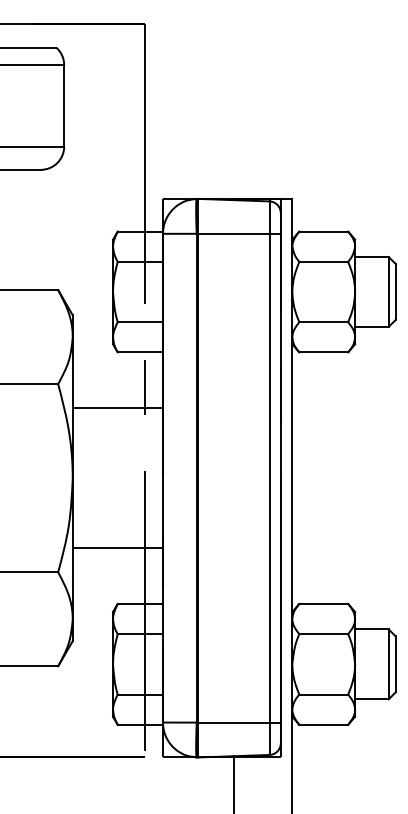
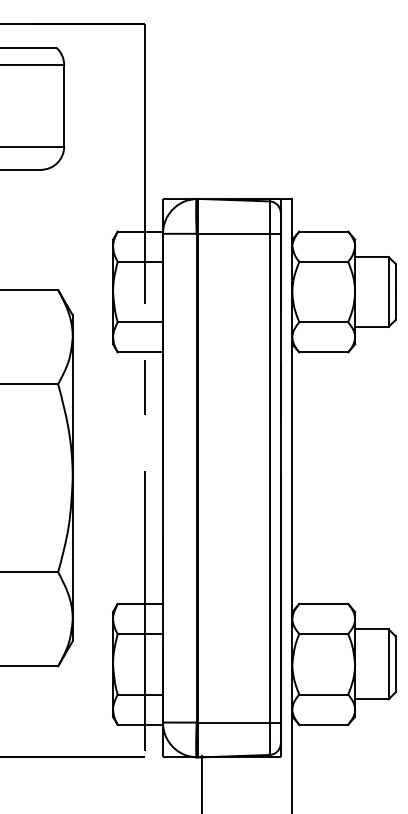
line at (117, 408): present -> none
line at (117, 547): present -> none
line at (234, 783) position: (234, 783) -> (202, 783)
